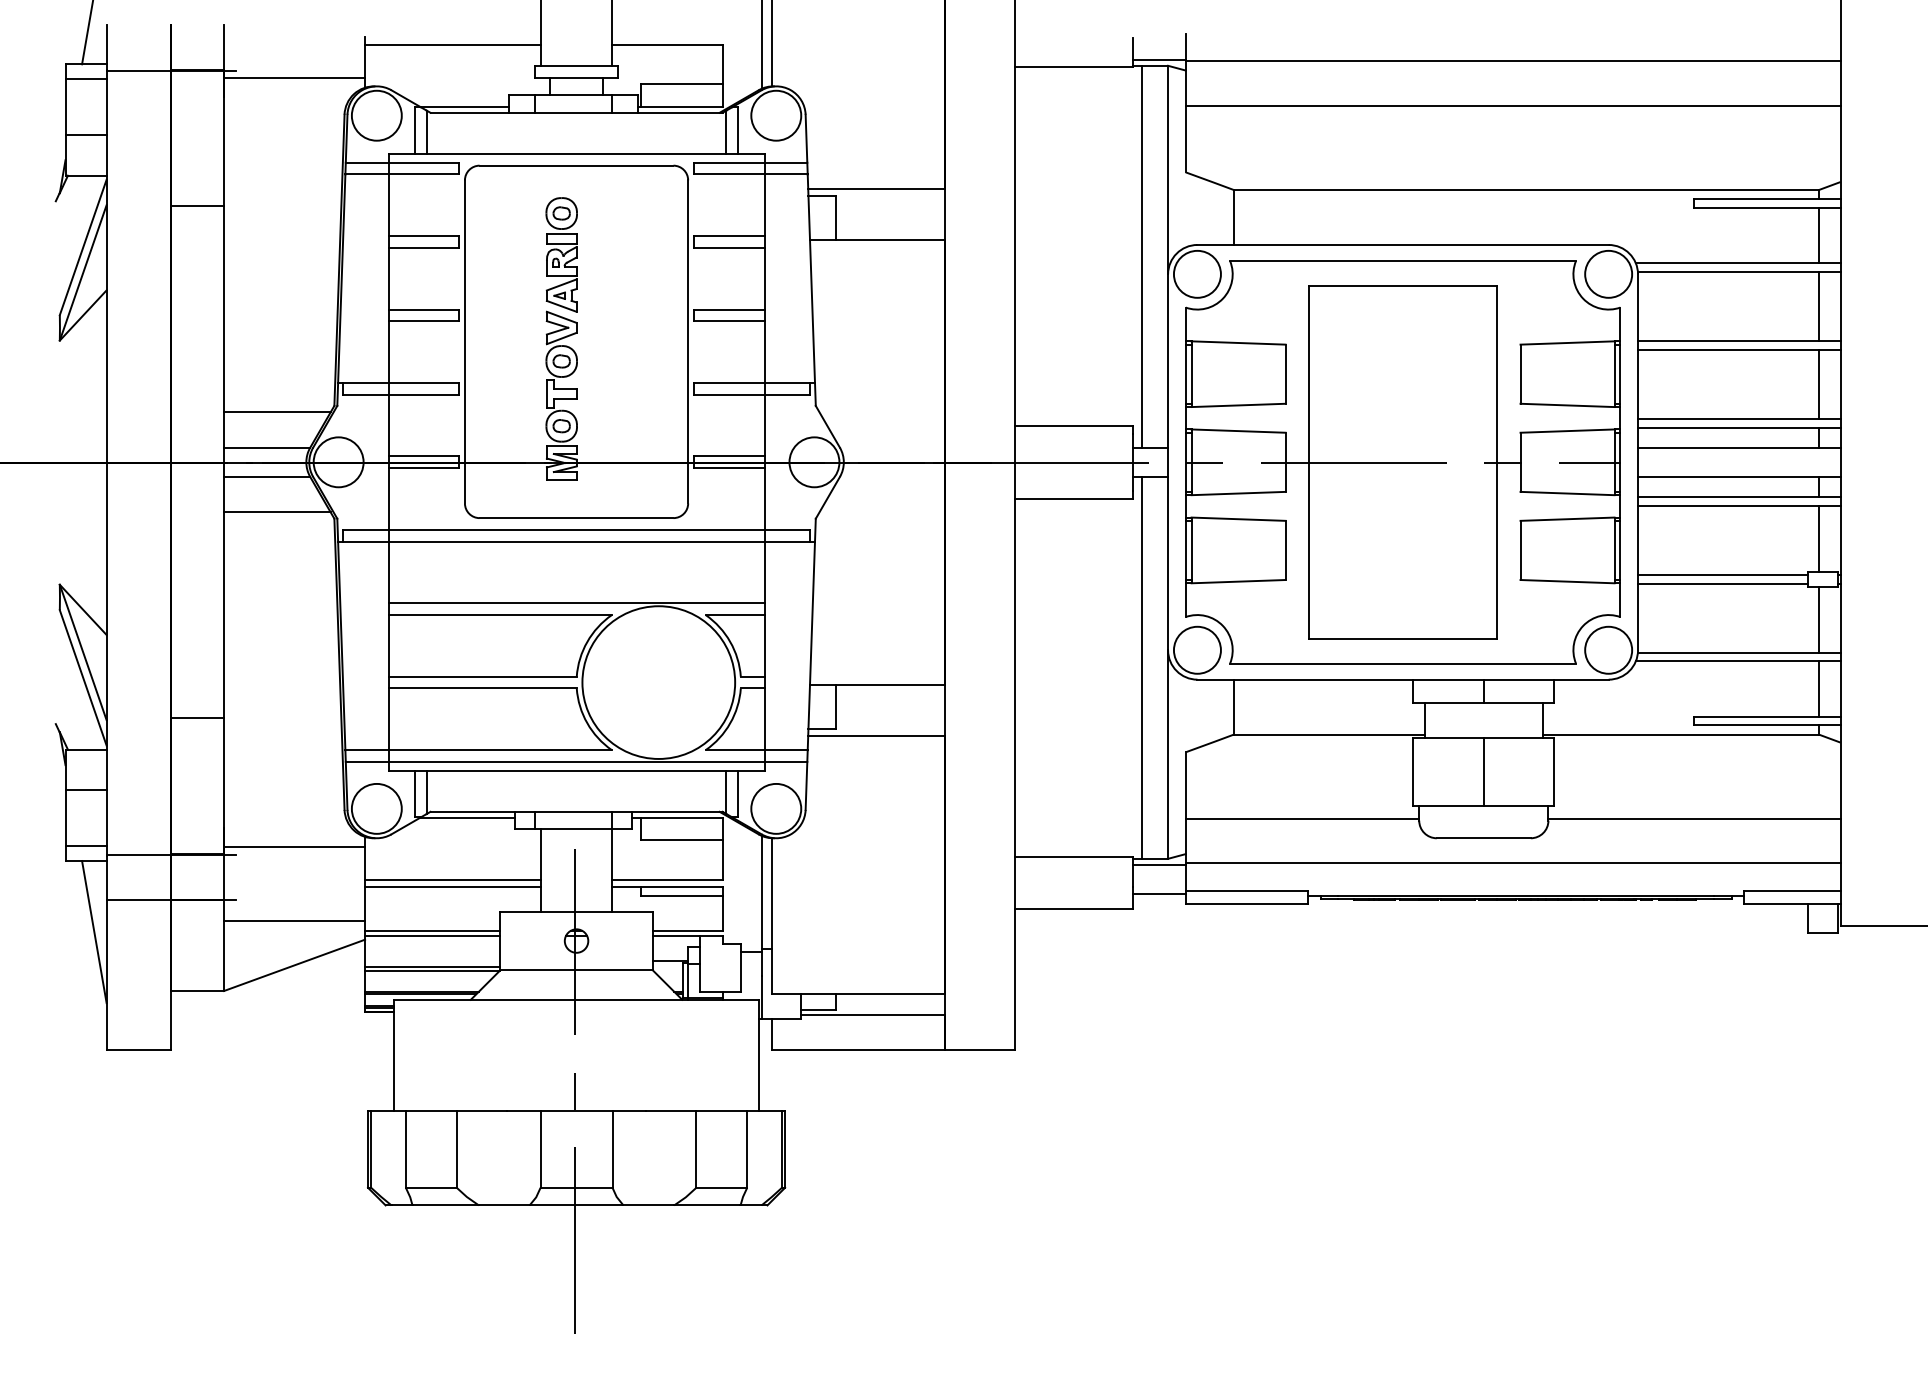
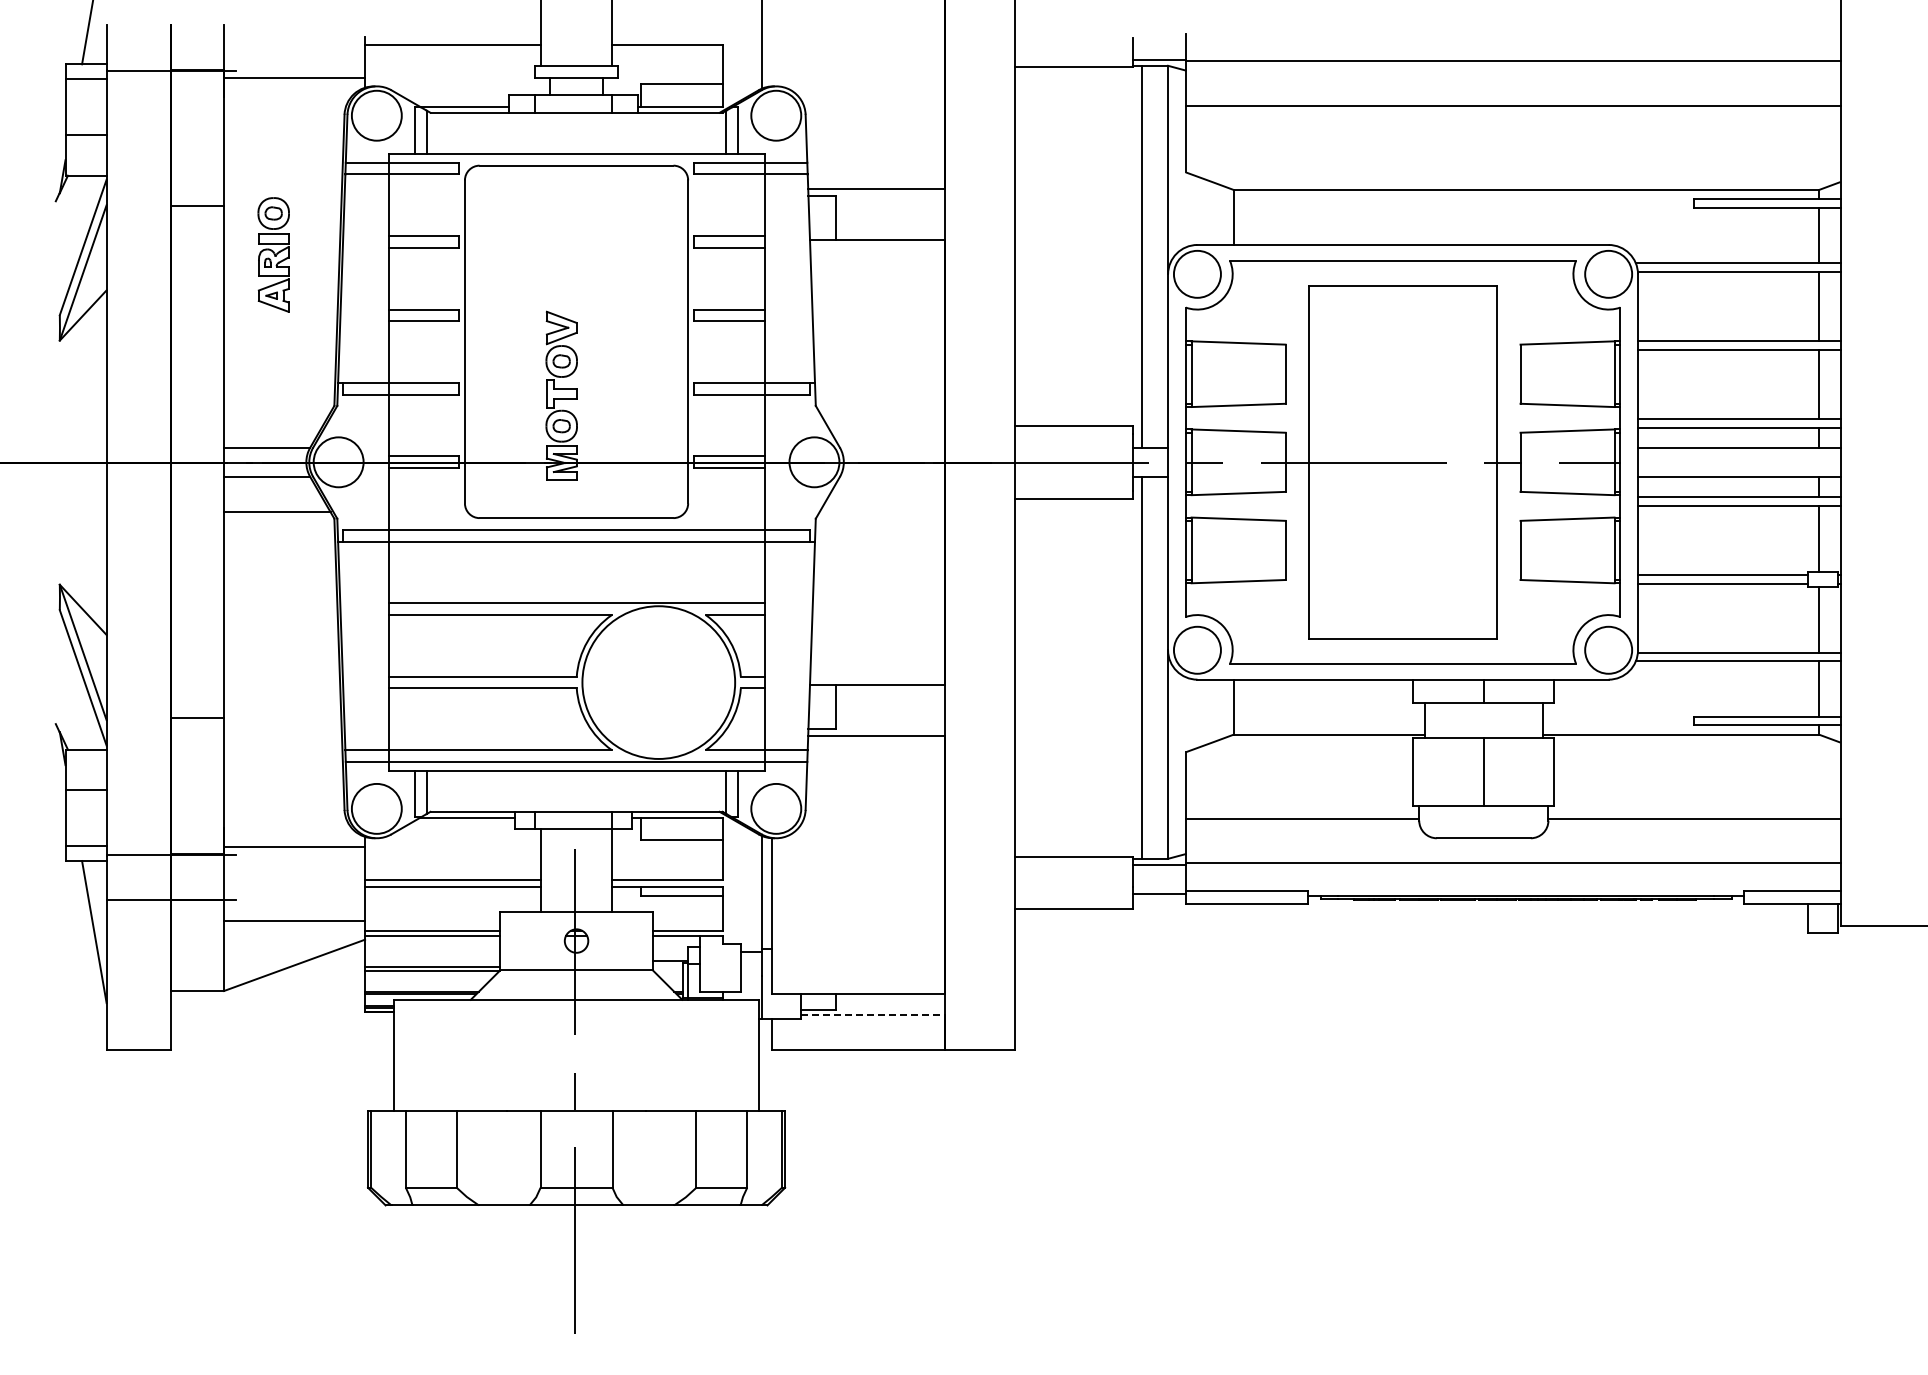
line at (771, 44): present -> none
part at (561, 254) position: (561, 254) -> (273, 254)
line at (277, 412): present -> none
line at (872, 1015): solid -> dashed
